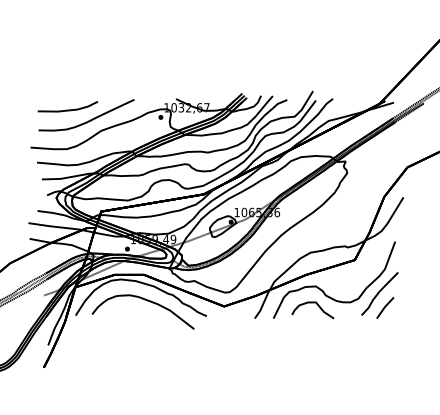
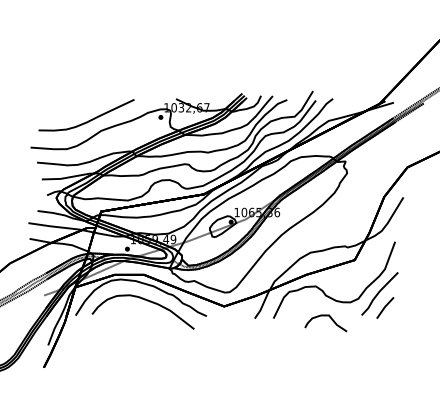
line at (67, 109): present -> none
curve at (318, 307) position: (318, 307) -> (331, 320)
